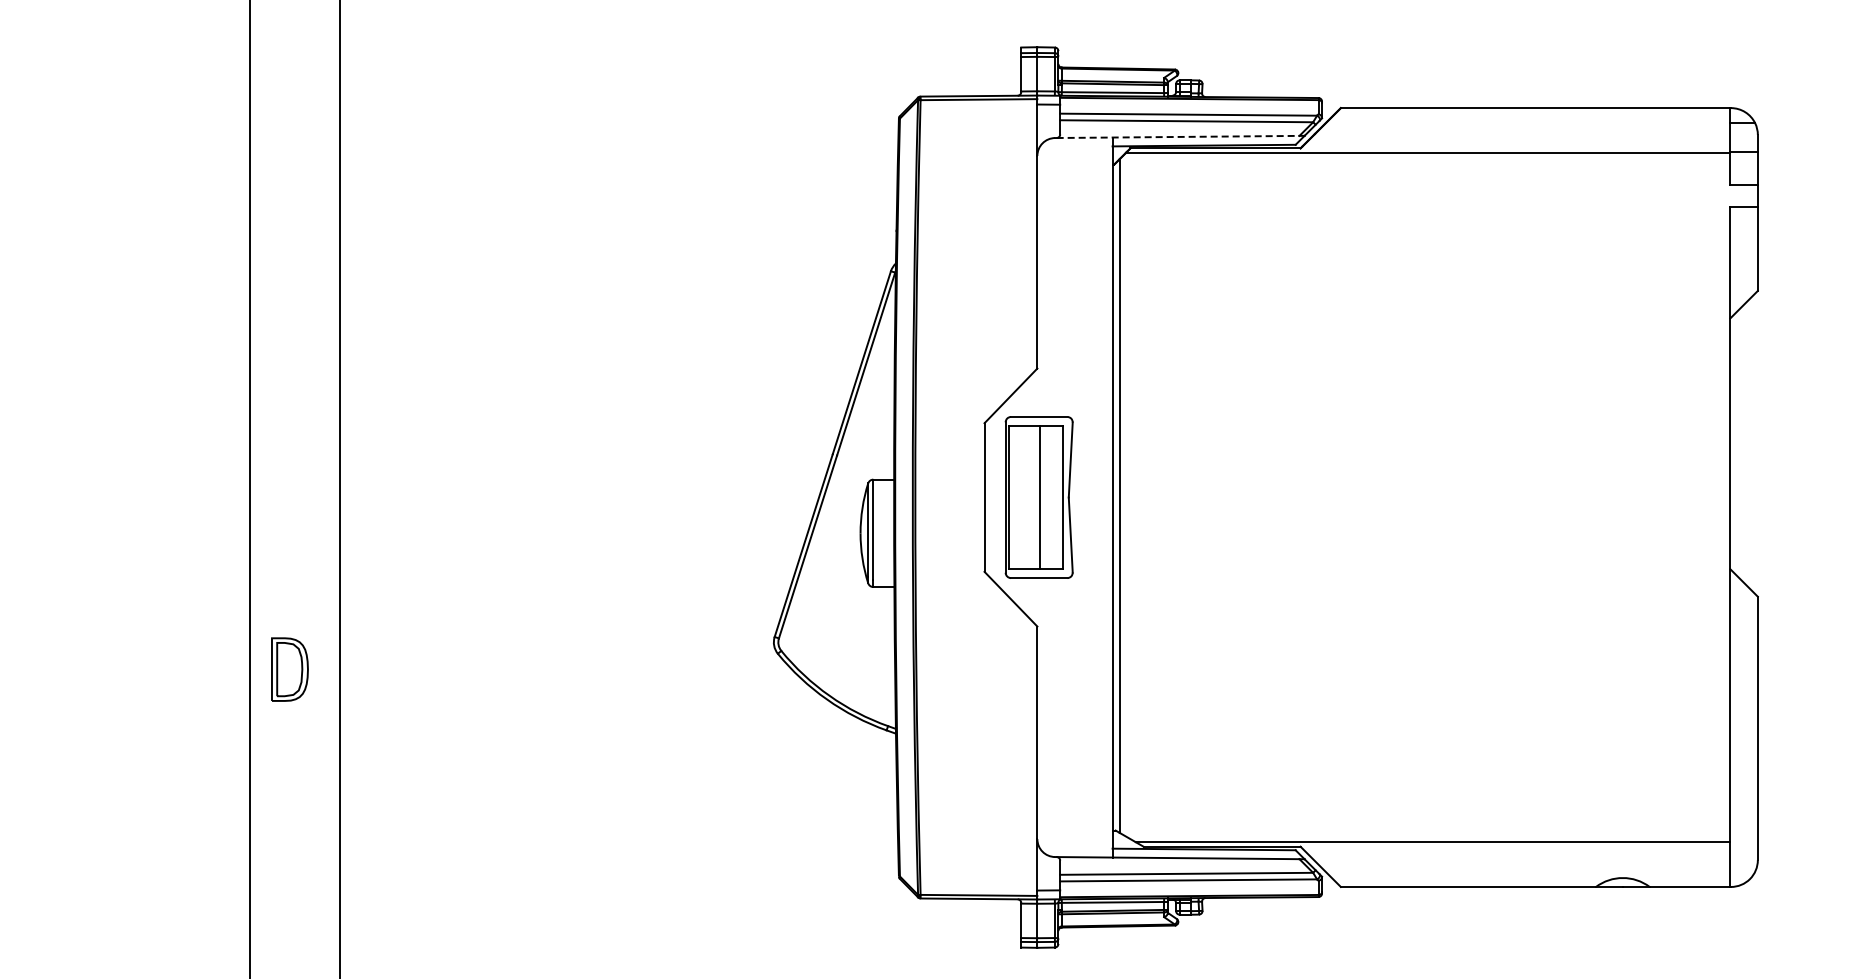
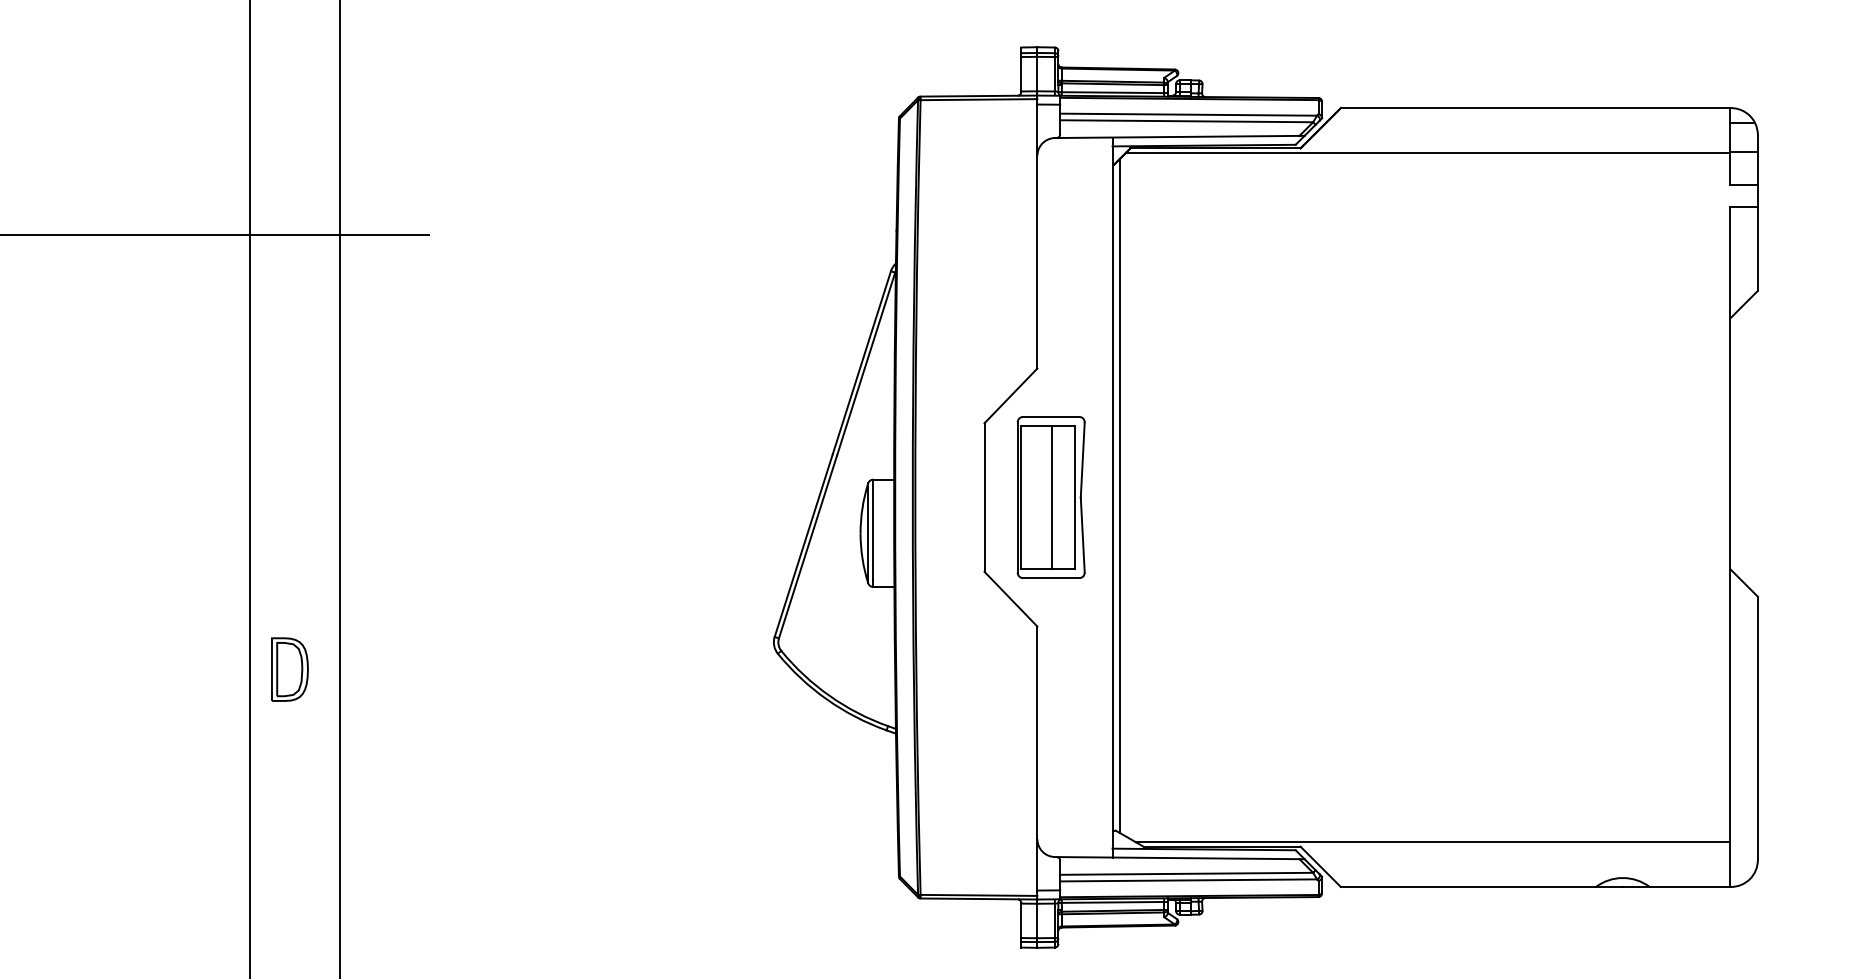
line at (1178, 136): dashed -> solid
line at (215, 235): none -> present
part at (1038, 497) position: (1038, 497) -> (1050, 497)
